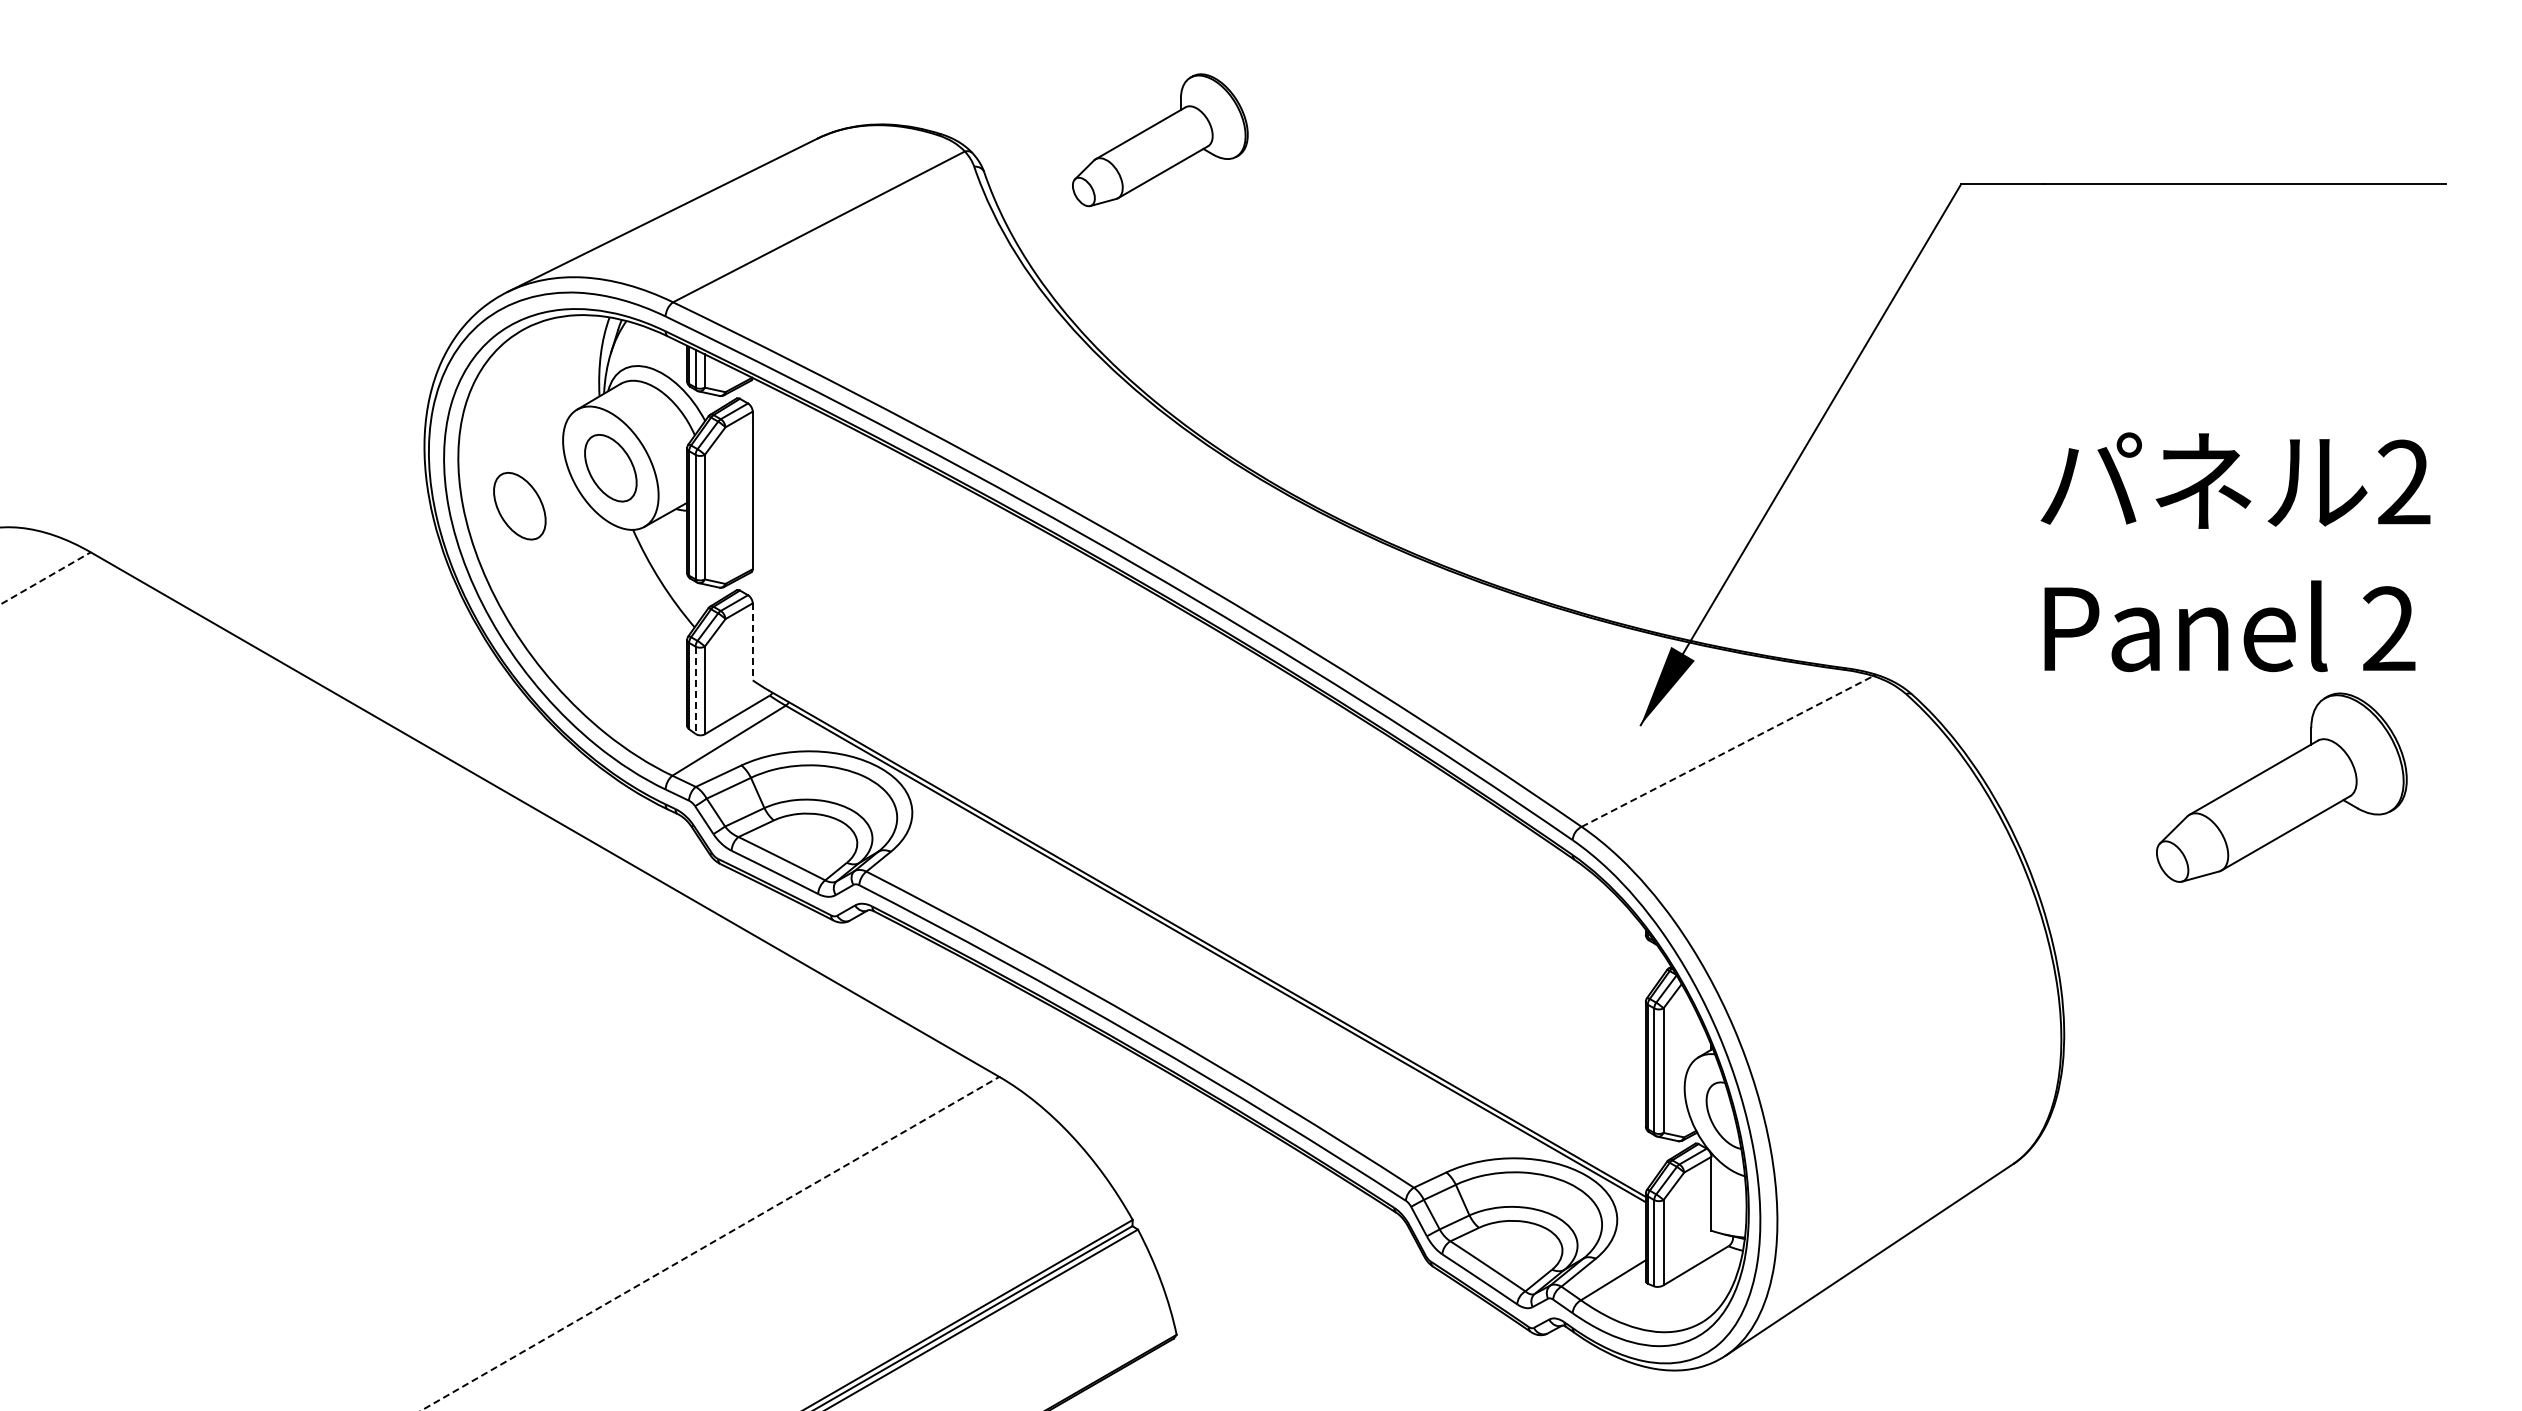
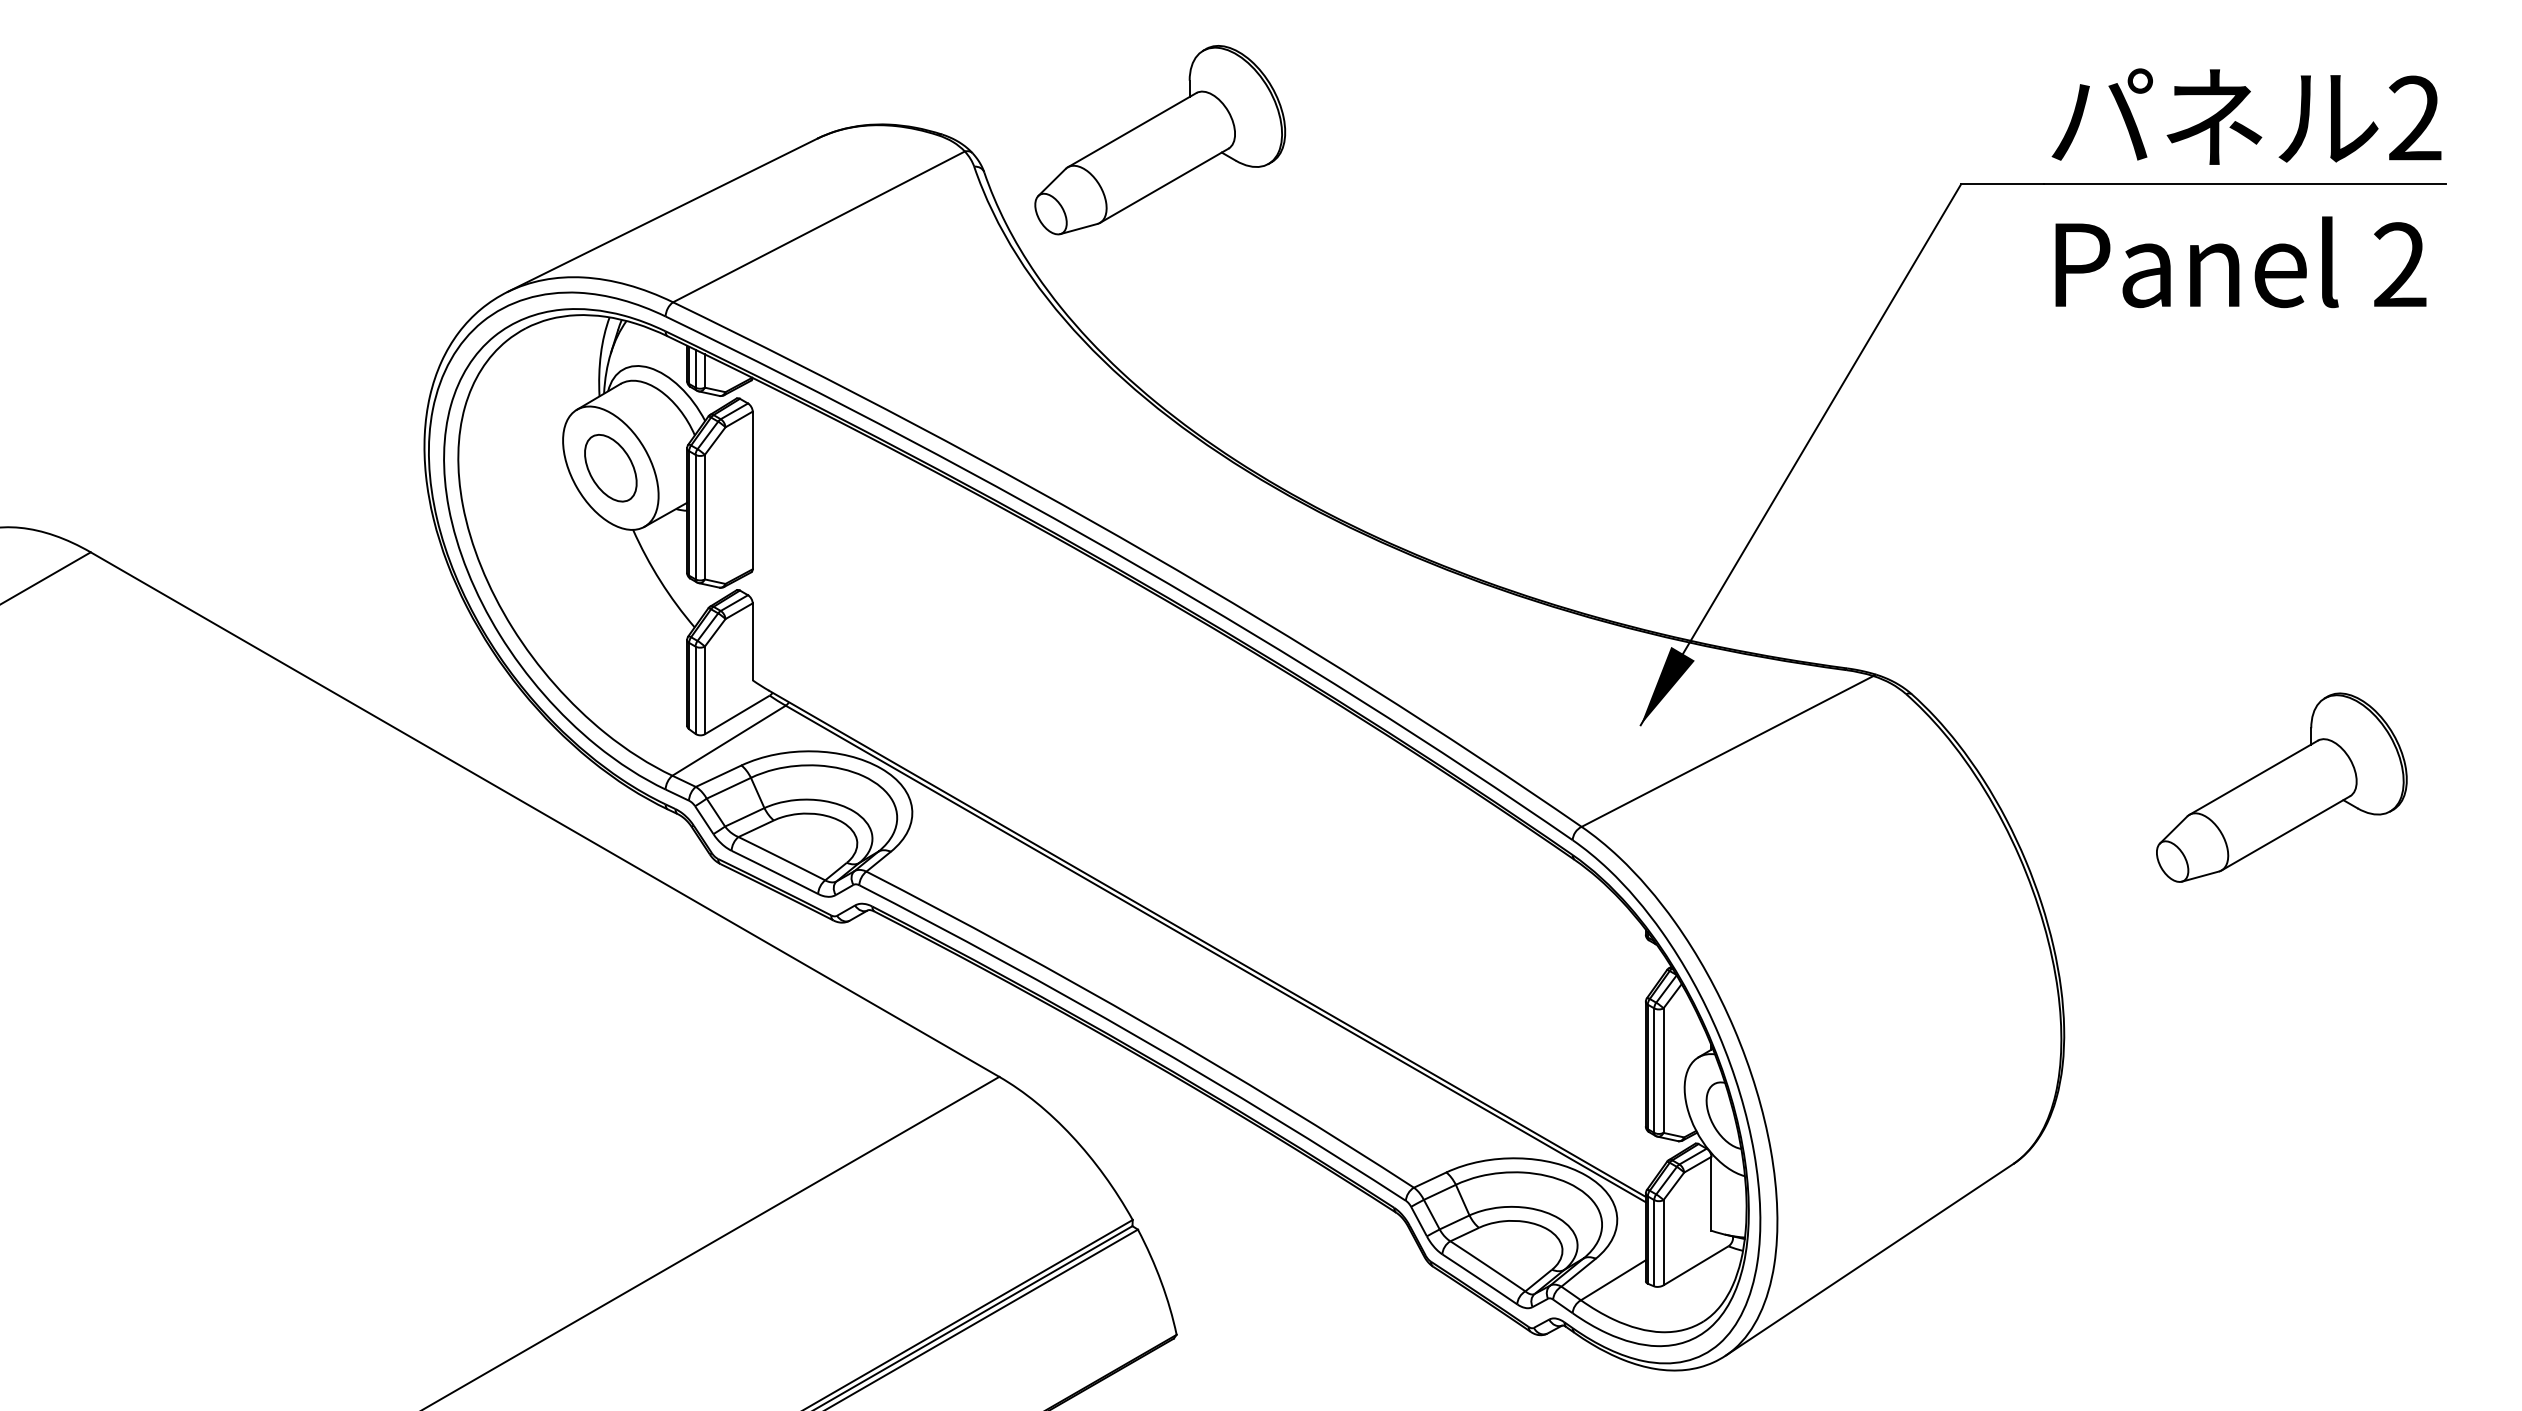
part at (1160, 140) size: 177x135 px -> 253x191 px
part at (519, 506): present -> none
text at (2235, 552) position: (2235, 552) -> (2246, 188)
line at (45, 578): dashed -> solid
line at (752, 642): dashed -> solid
line at (695, 690): dashed -> solid
line at (1728, 751): dashed -> solid
line at (710, 1243): dashed -> solid
